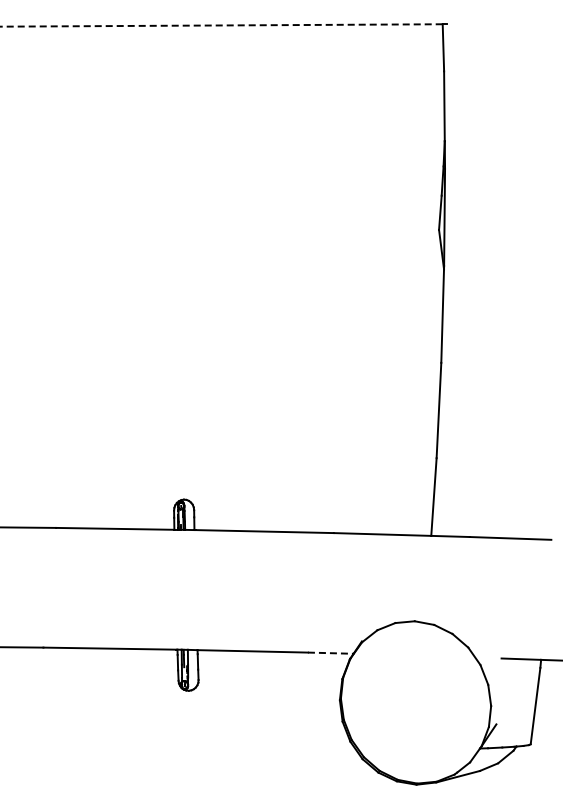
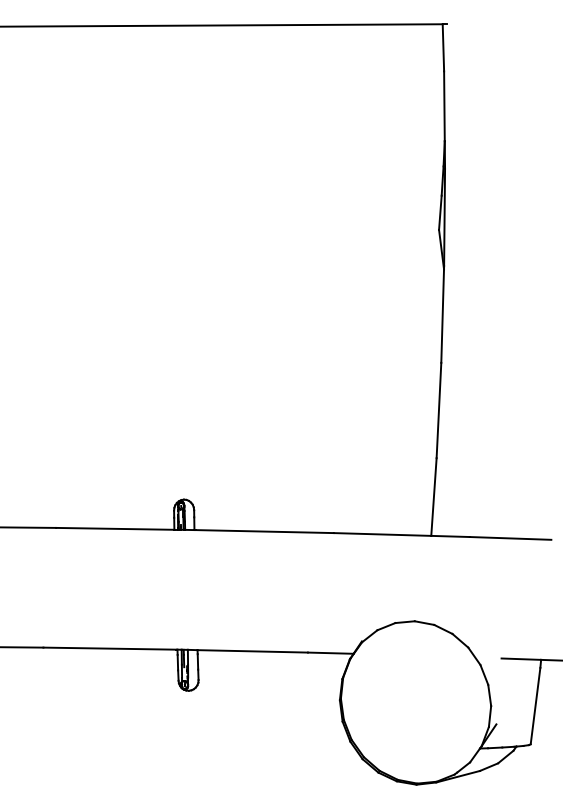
line at (221, 25): dashed -> solid
line at (330, 653): dashed -> solid
